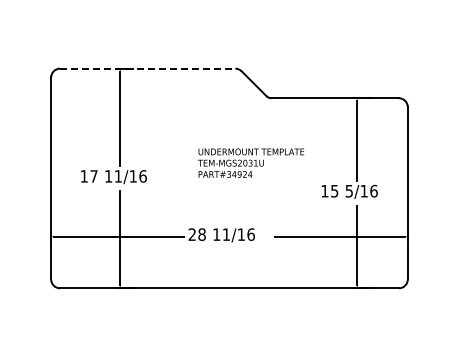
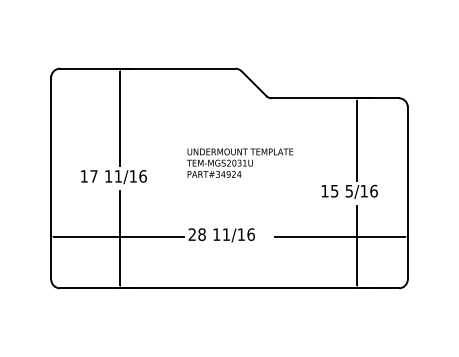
line at (147, 68): dashed -> solid
text at (251, 162) position: (251, 162) -> (240, 162)
